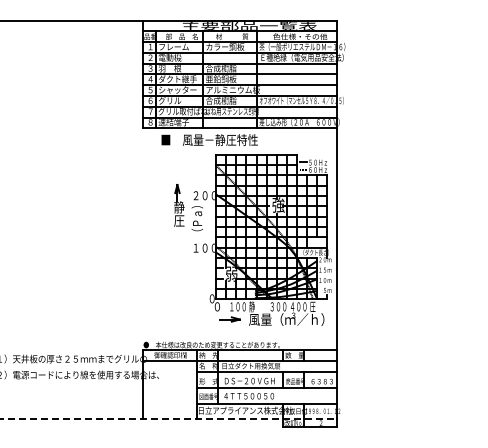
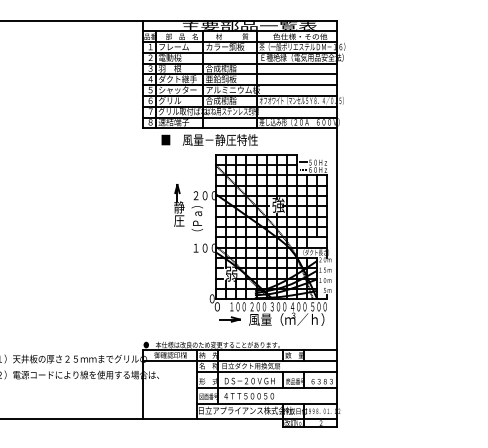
text at (257, 306): 静 -> ２００
text at (318, 306): 圧 -> ５００
line at (168, 418): dashed -> solid
